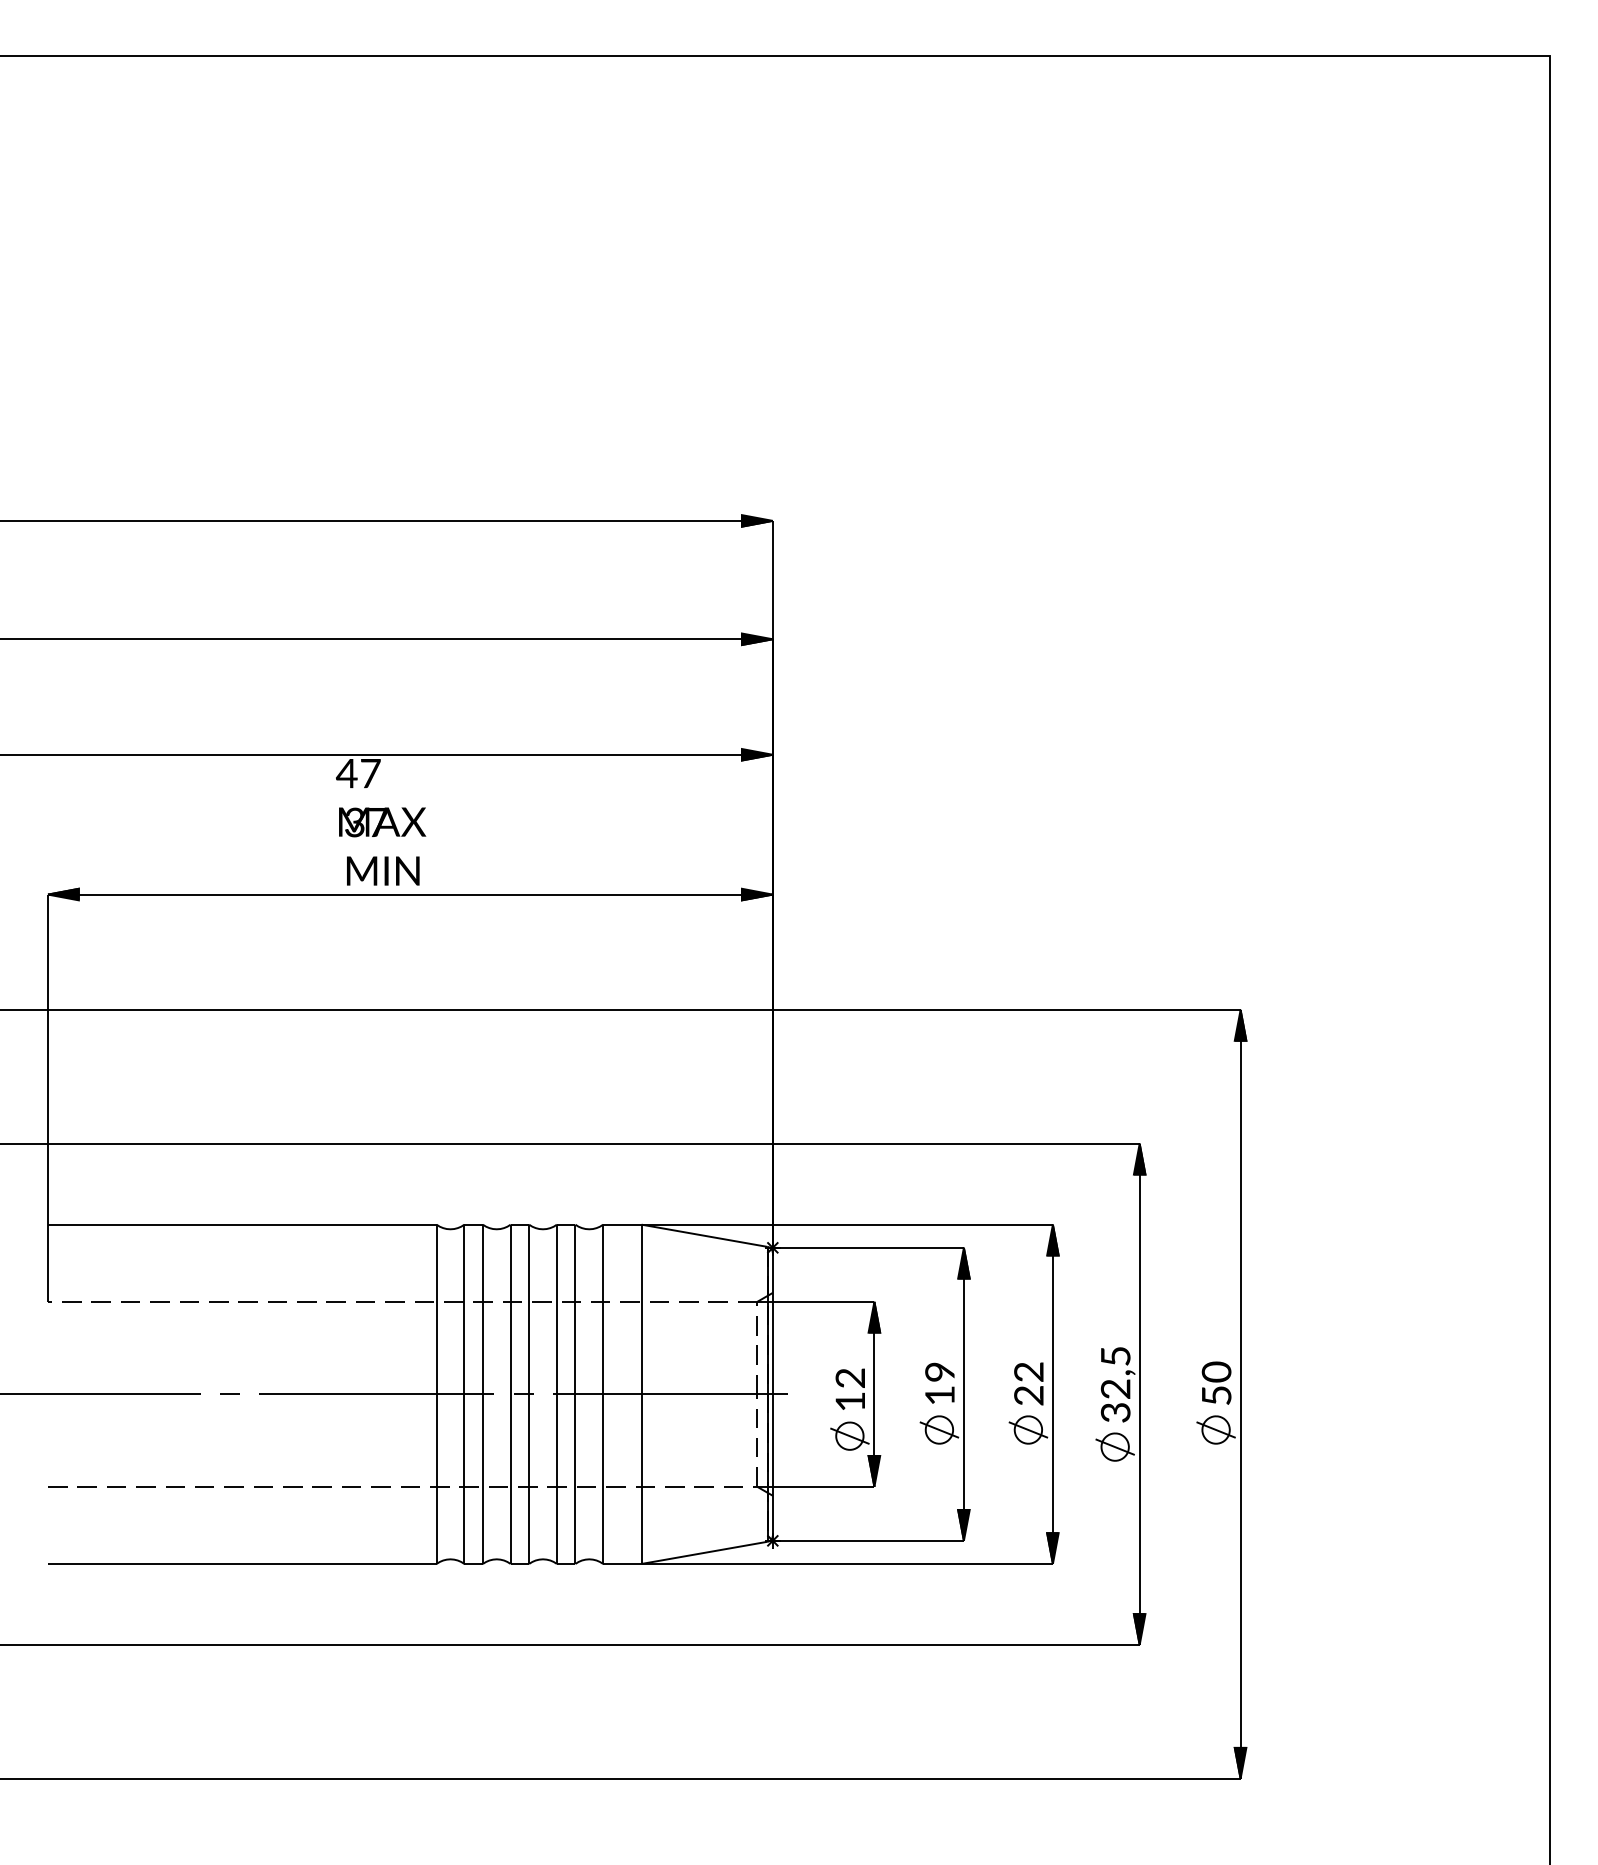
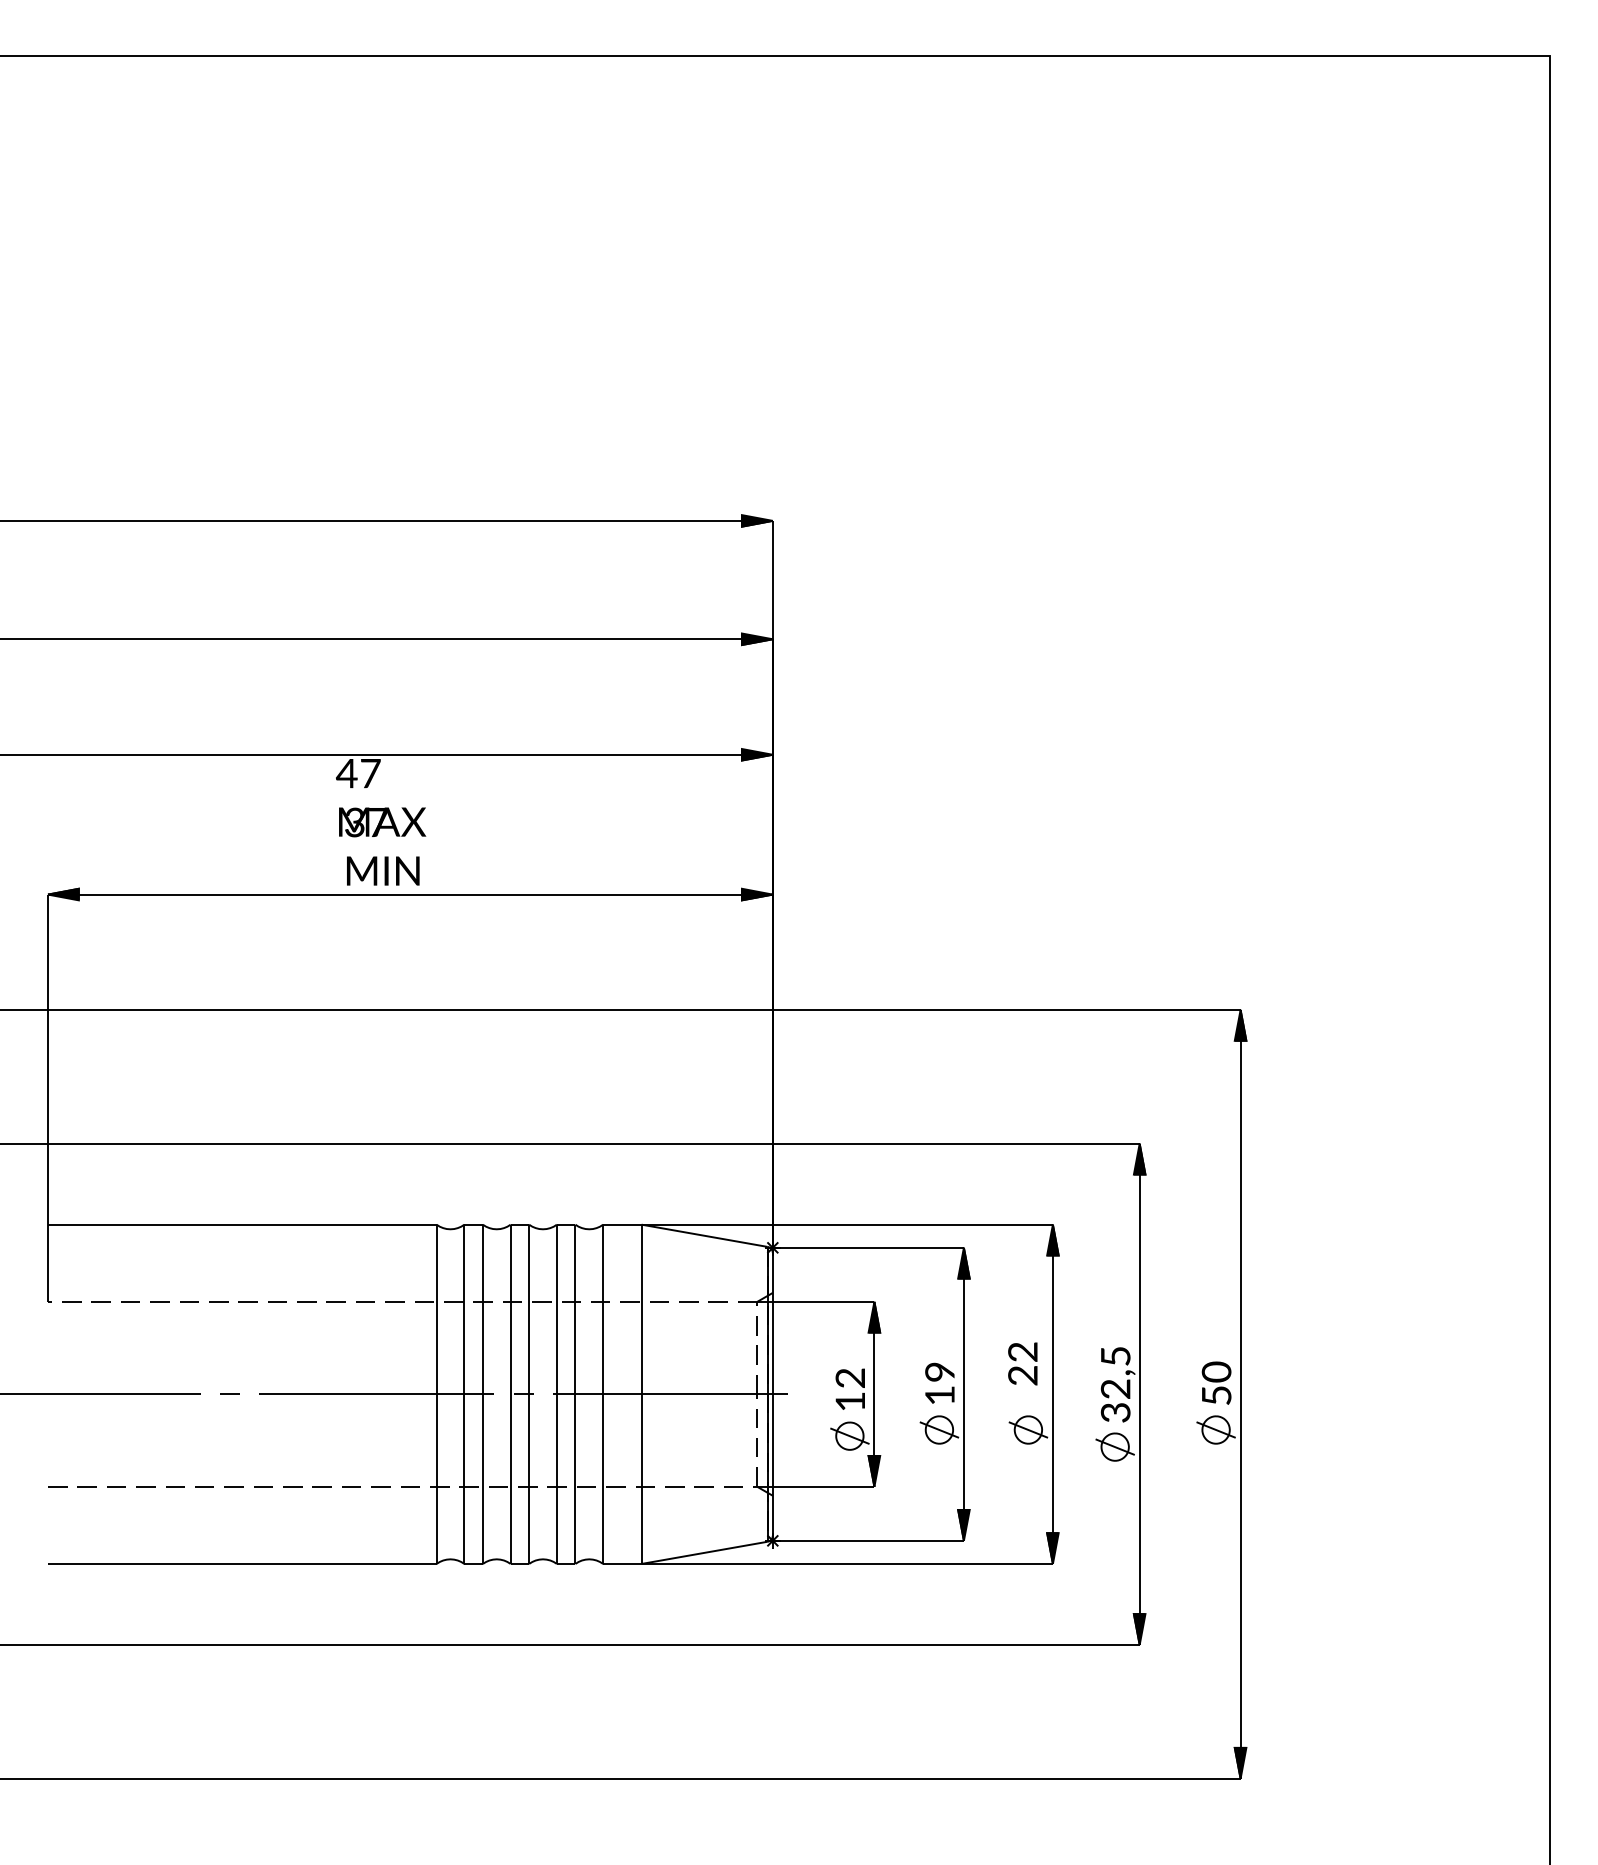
text at (1028, 1383) position: (1028, 1383) -> (1022, 1363)
